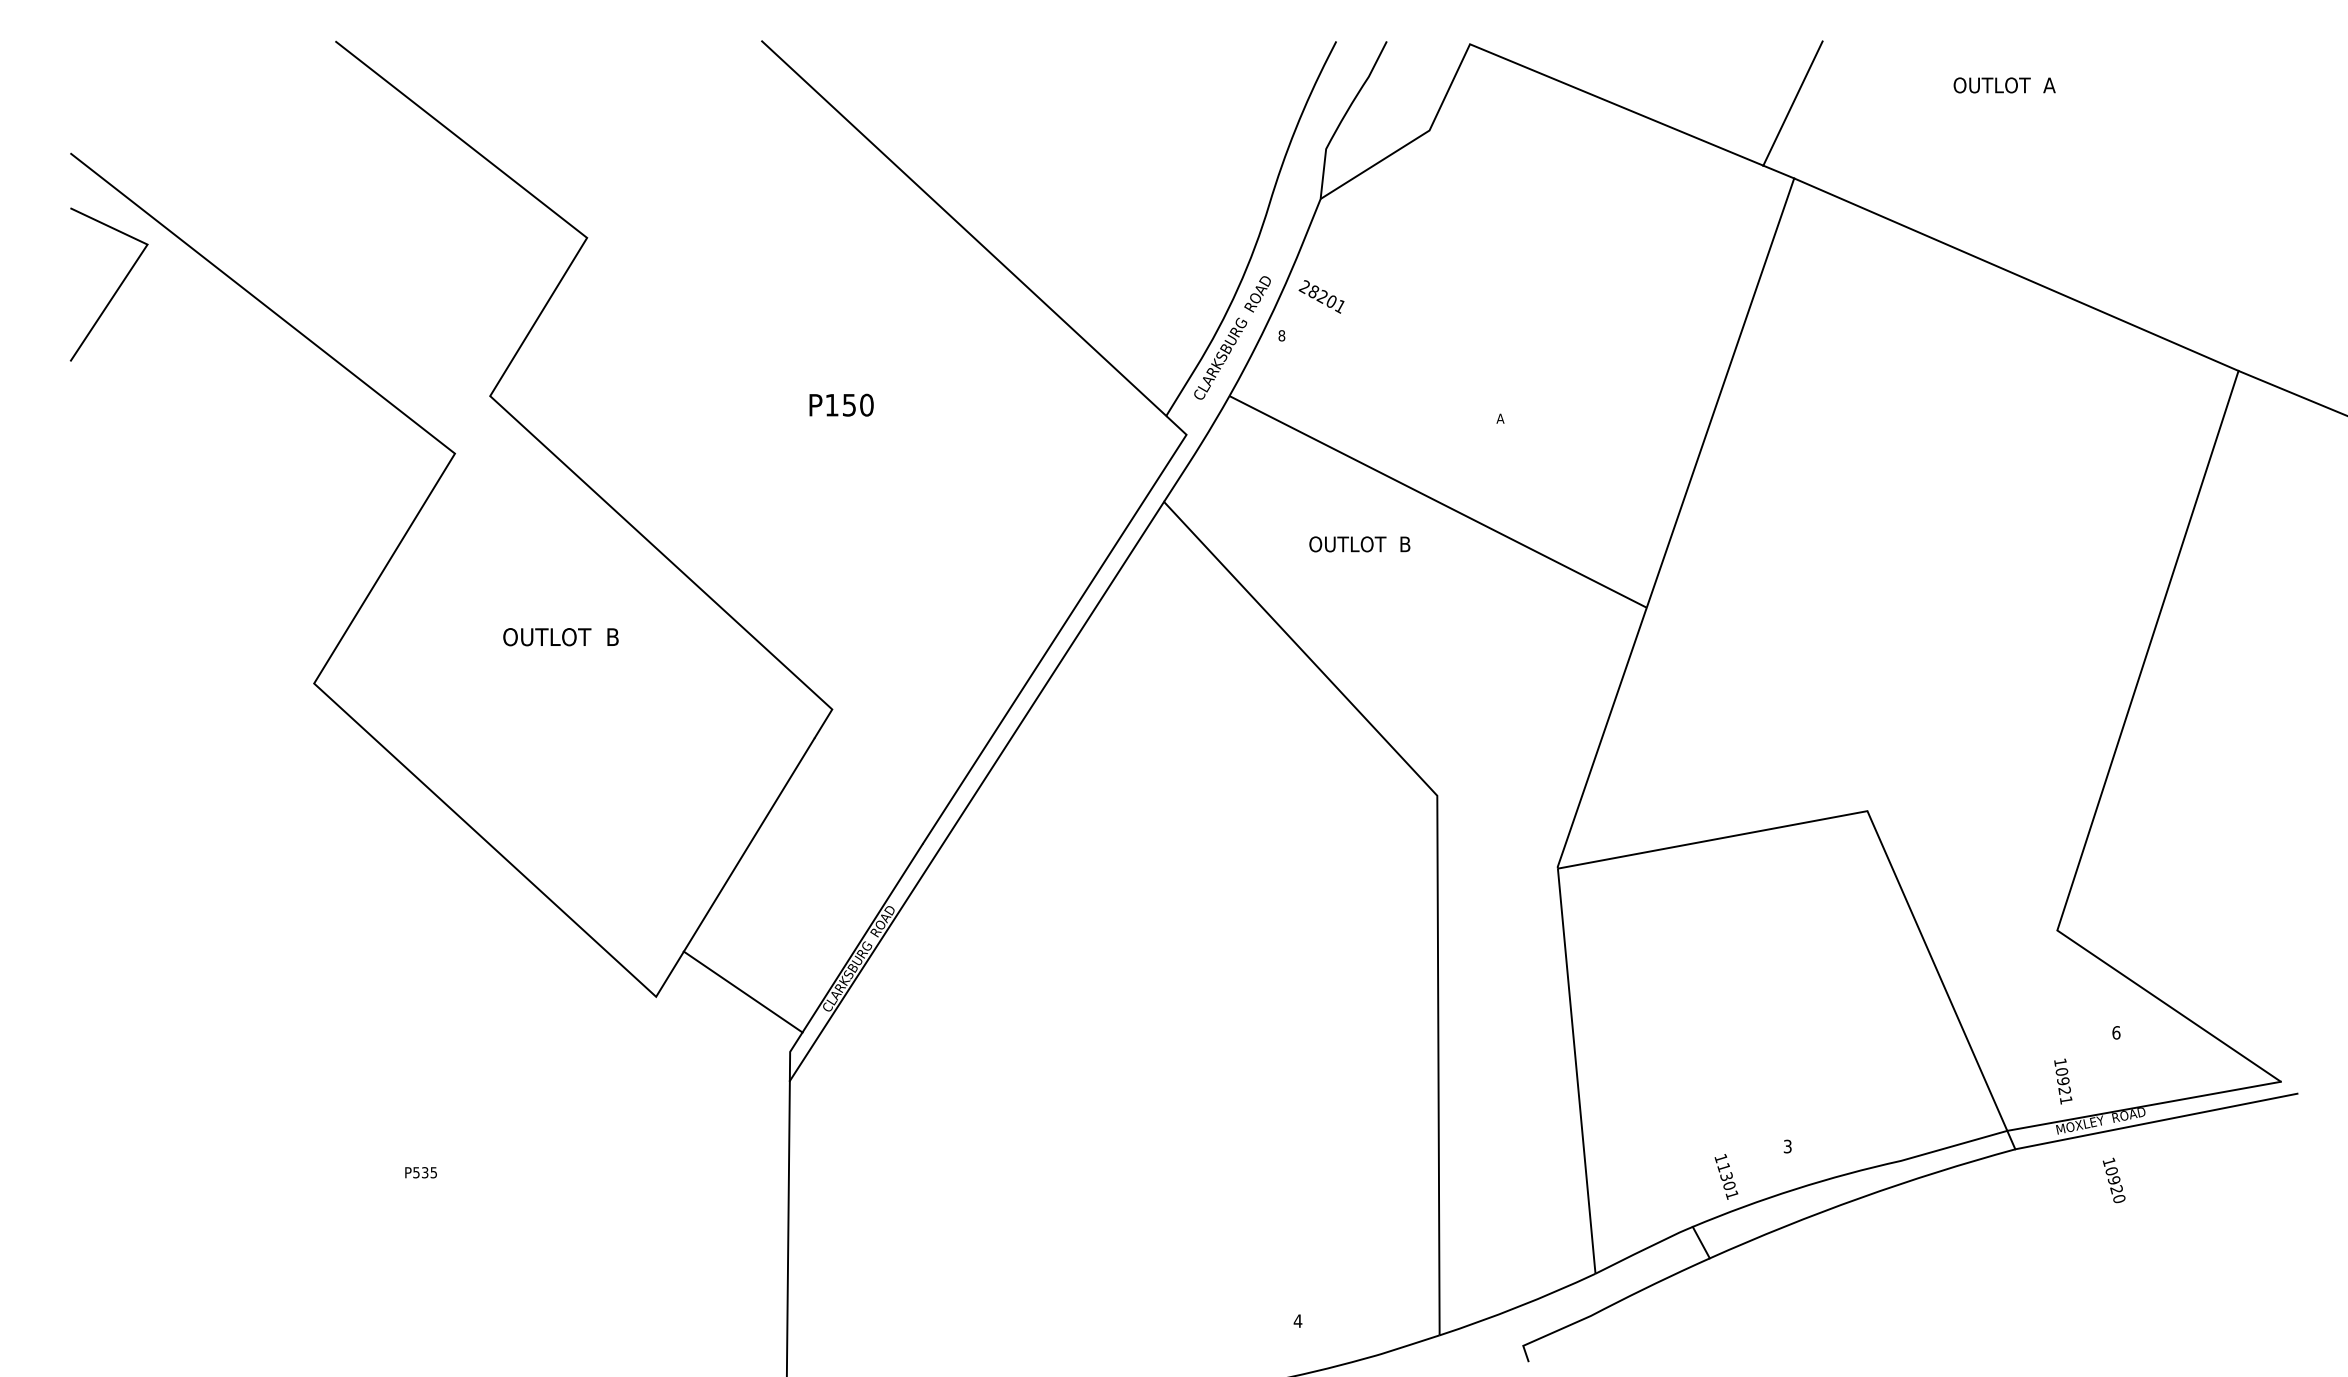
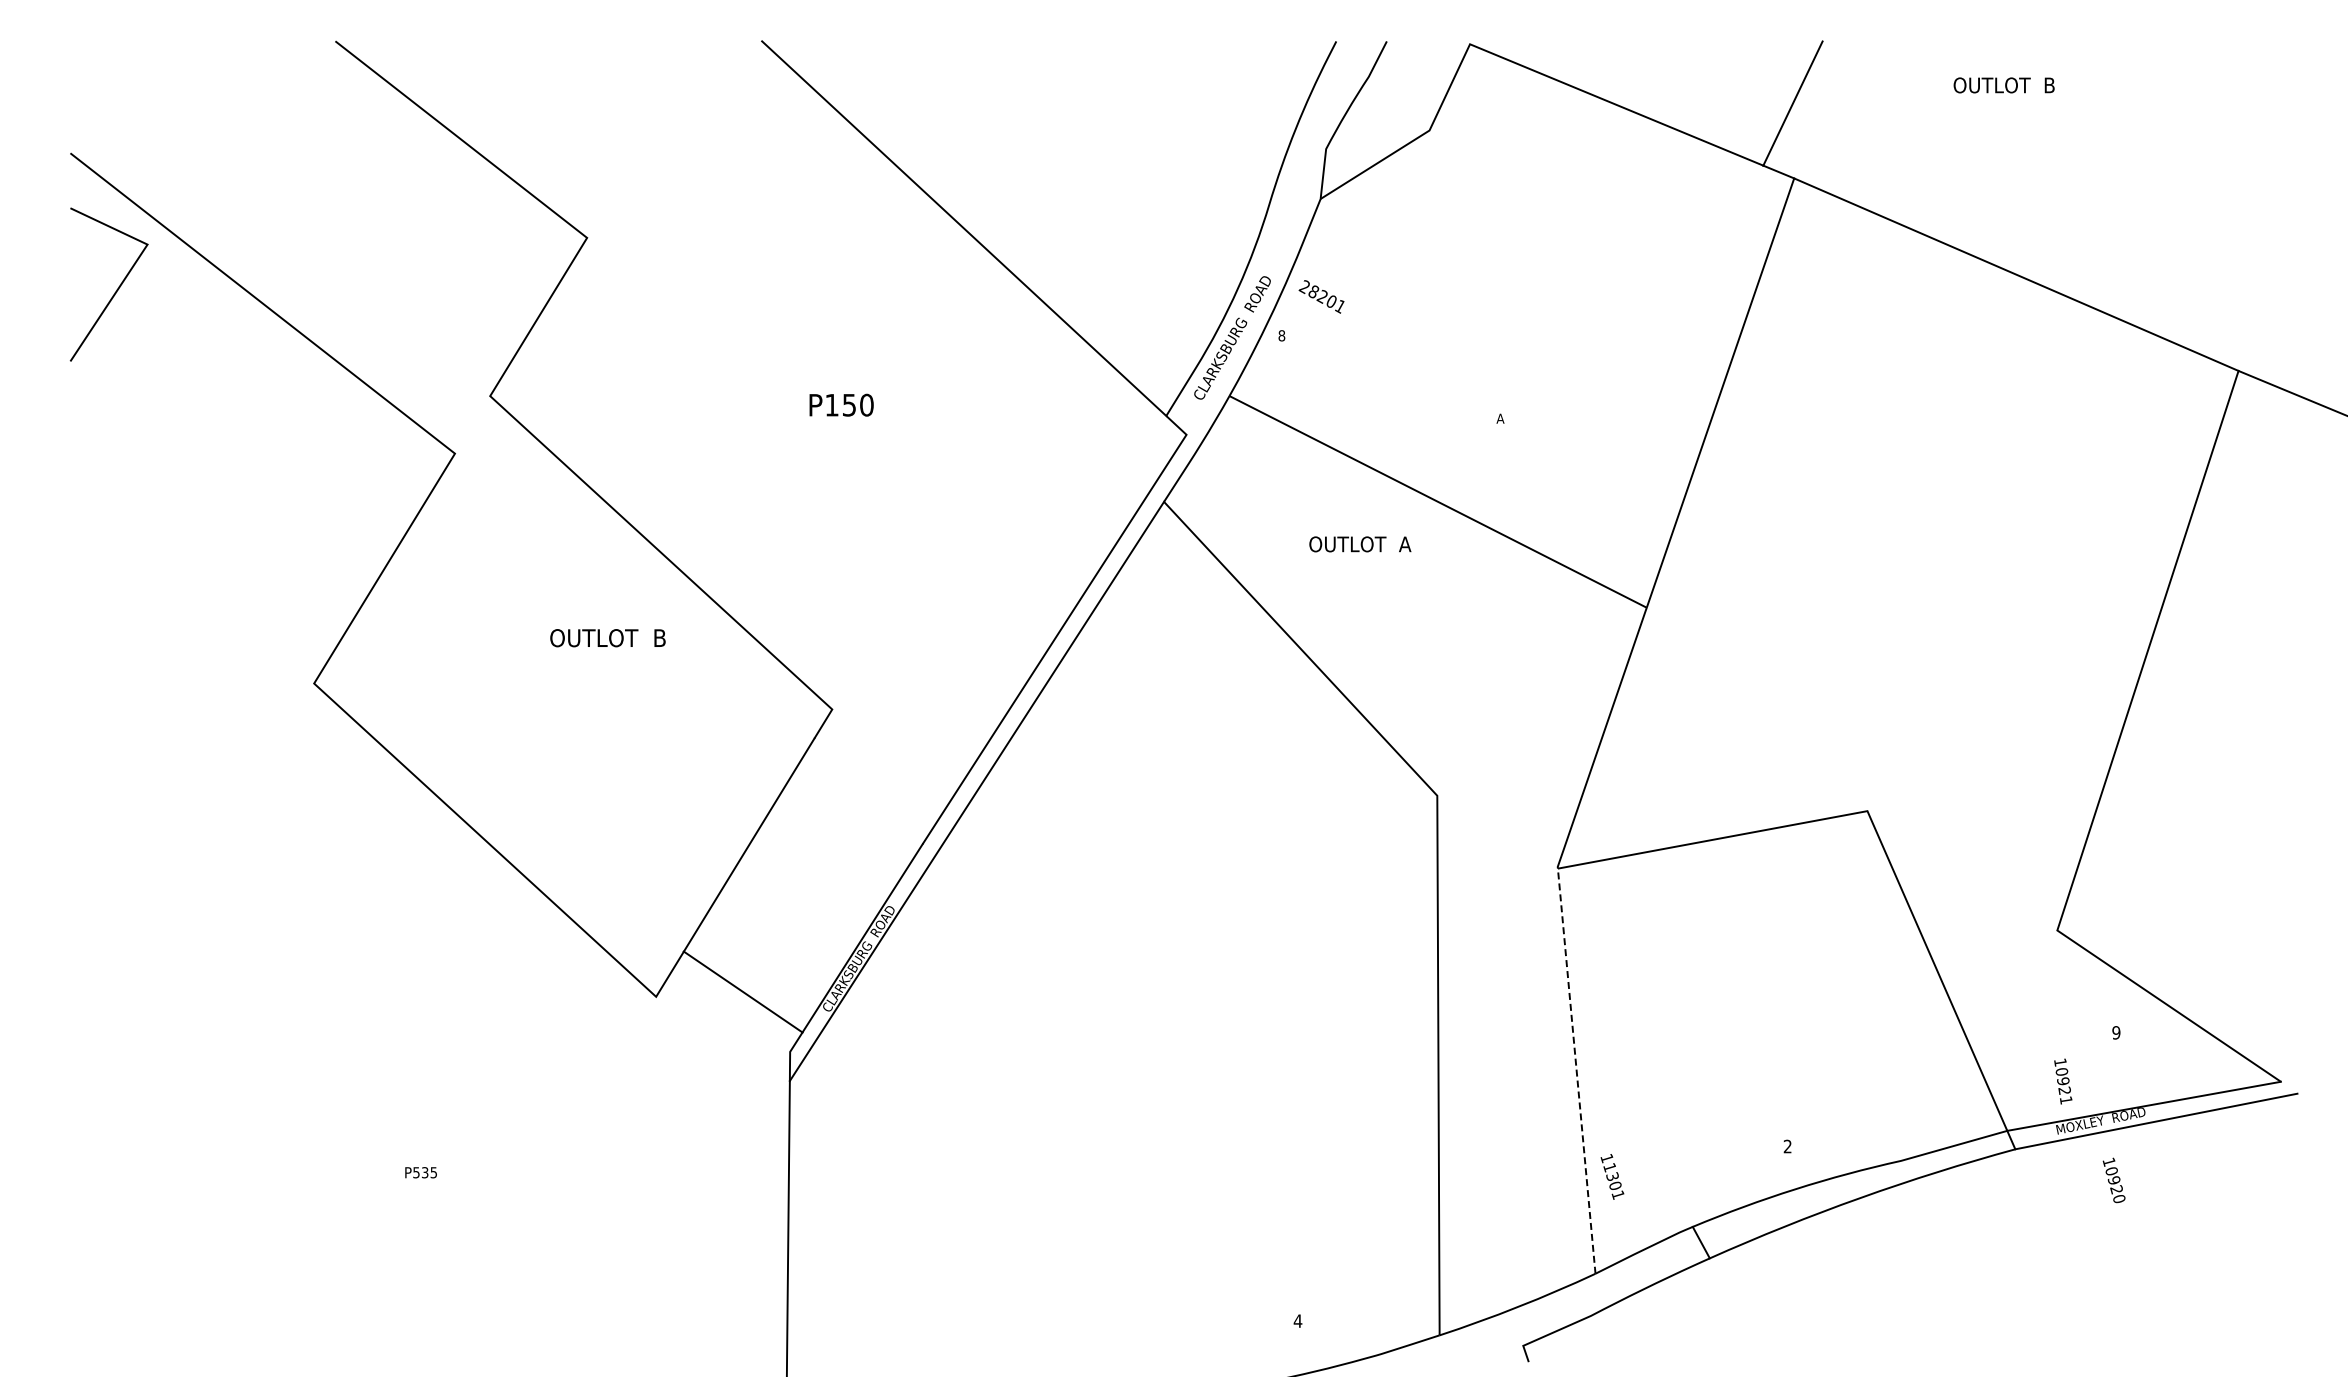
text at (2049, 85): OUTLOT  A -> OUTLOT  B
text at (1405, 544): OUTLOT  B -> OUTLOT  A
text at (560, 637) position: (560, 637) -> (607, 638)
text at (2116, 1032): 6 -> 9
line at (1576, 1072): solid -> dashed
text at (1787, 1146): 3 -> 2
text at (1726, 1176) position: (1726, 1176) -> (1612, 1176)
